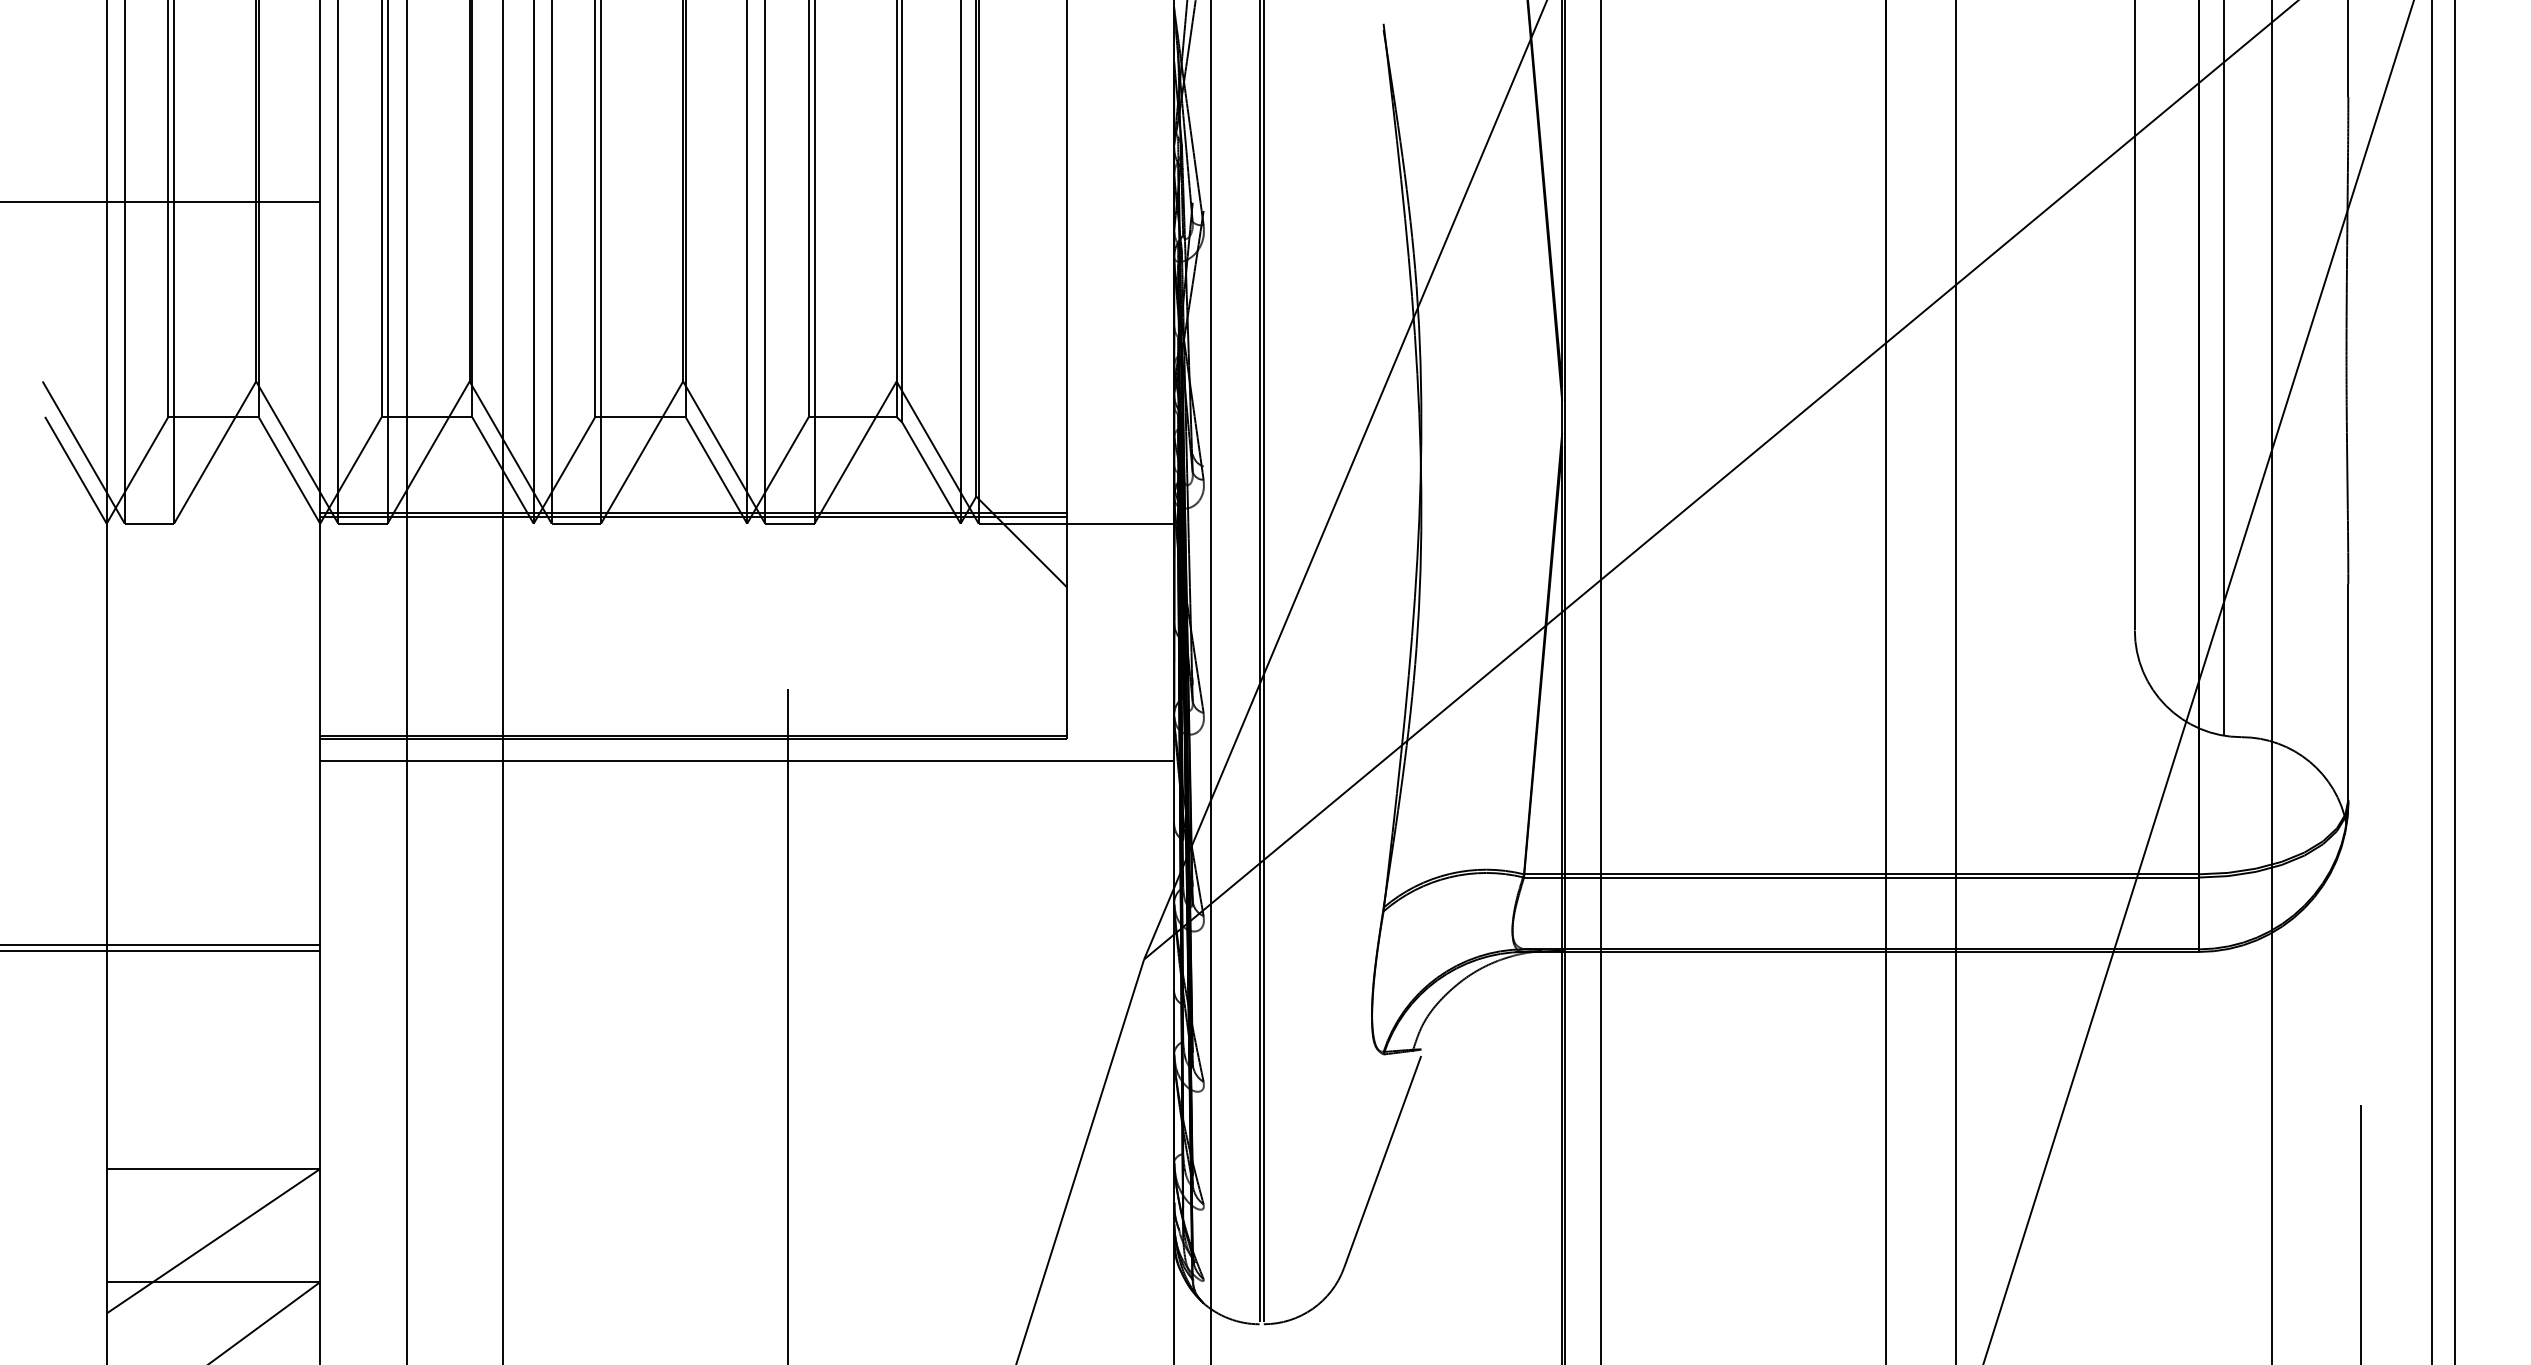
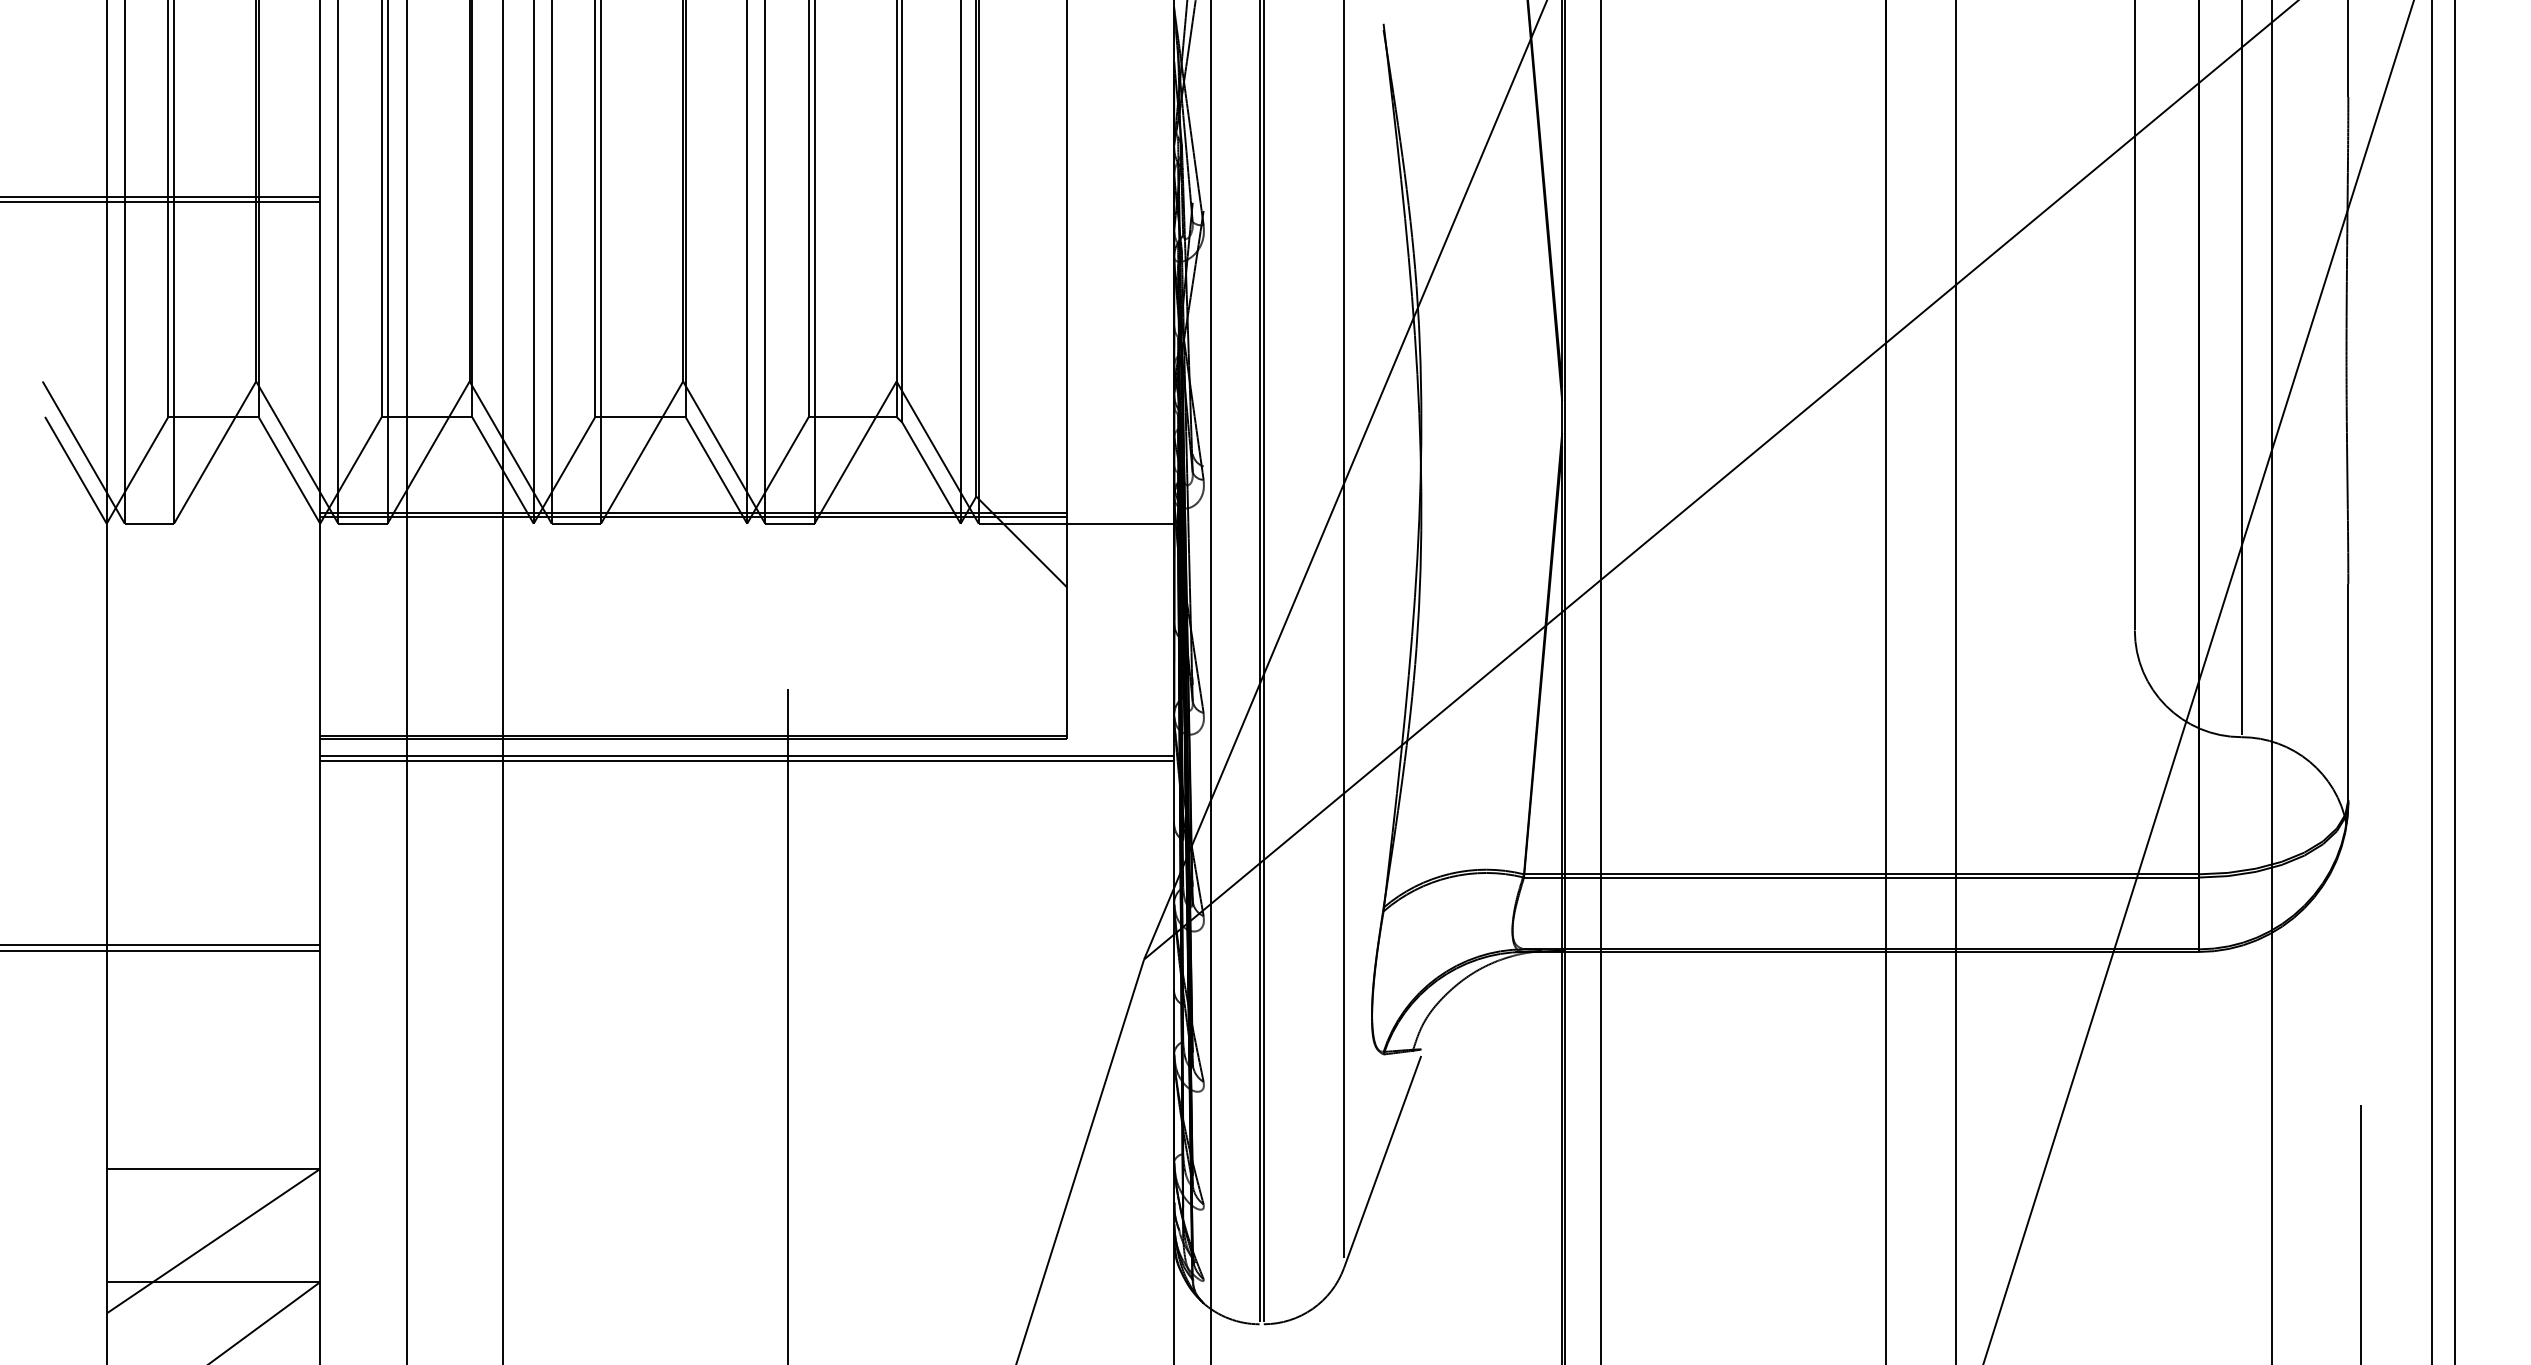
line at (161, 196): none -> present
line at (2223, 368) position: (2223, 368) -> (2241, 368)
line at (1344, 630): none -> present
line at (747, 756): none -> present
